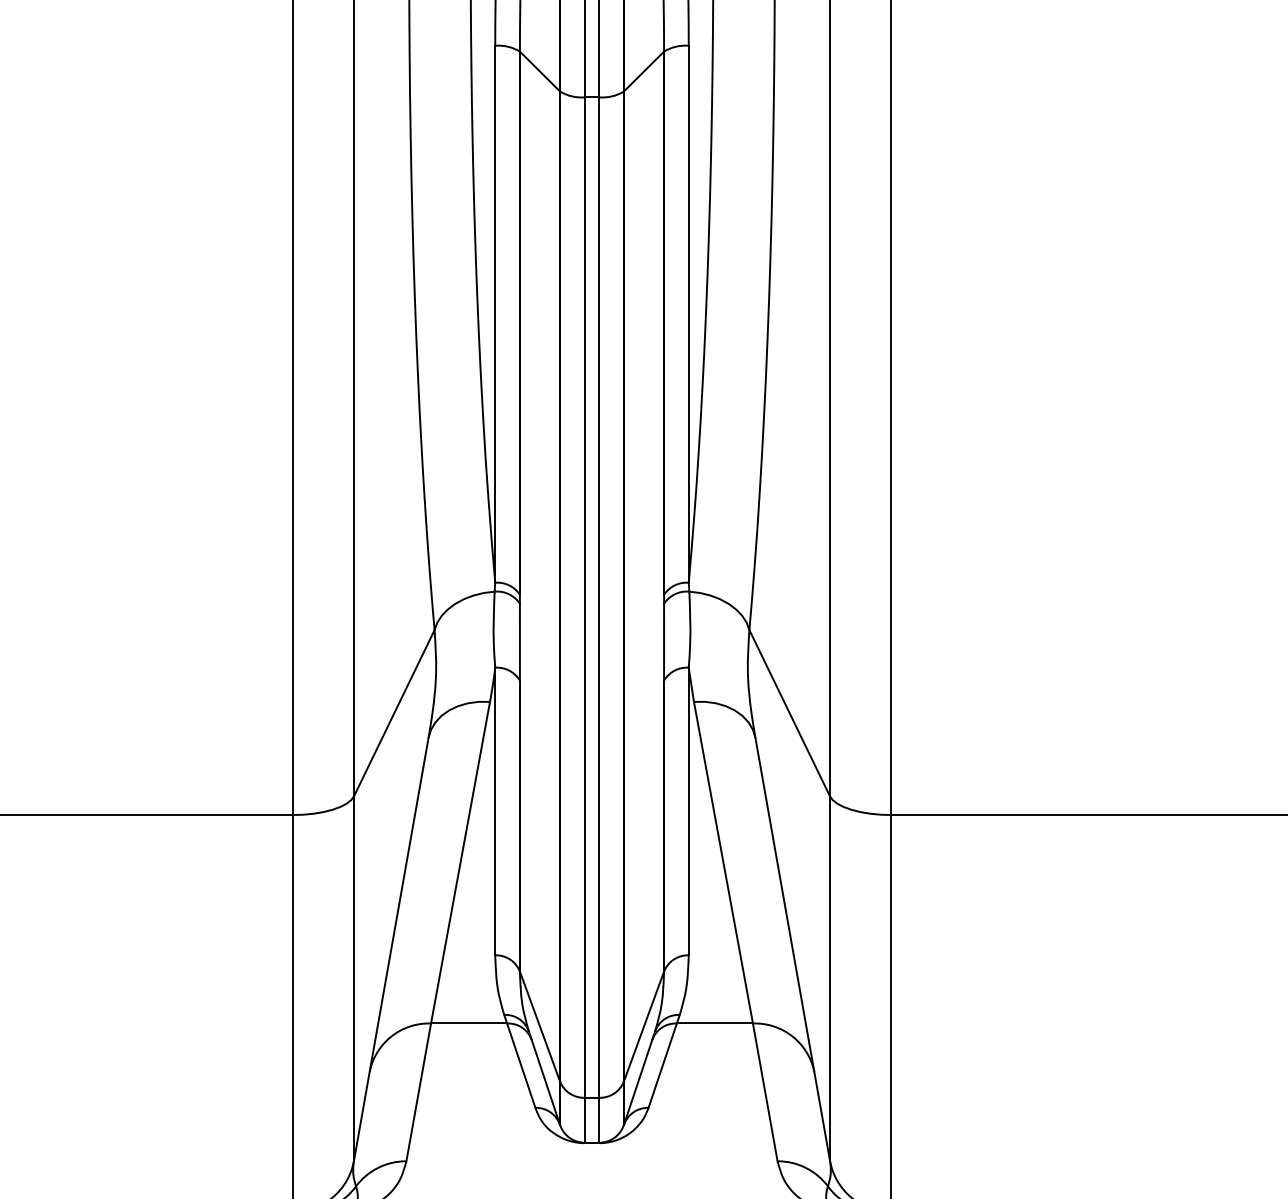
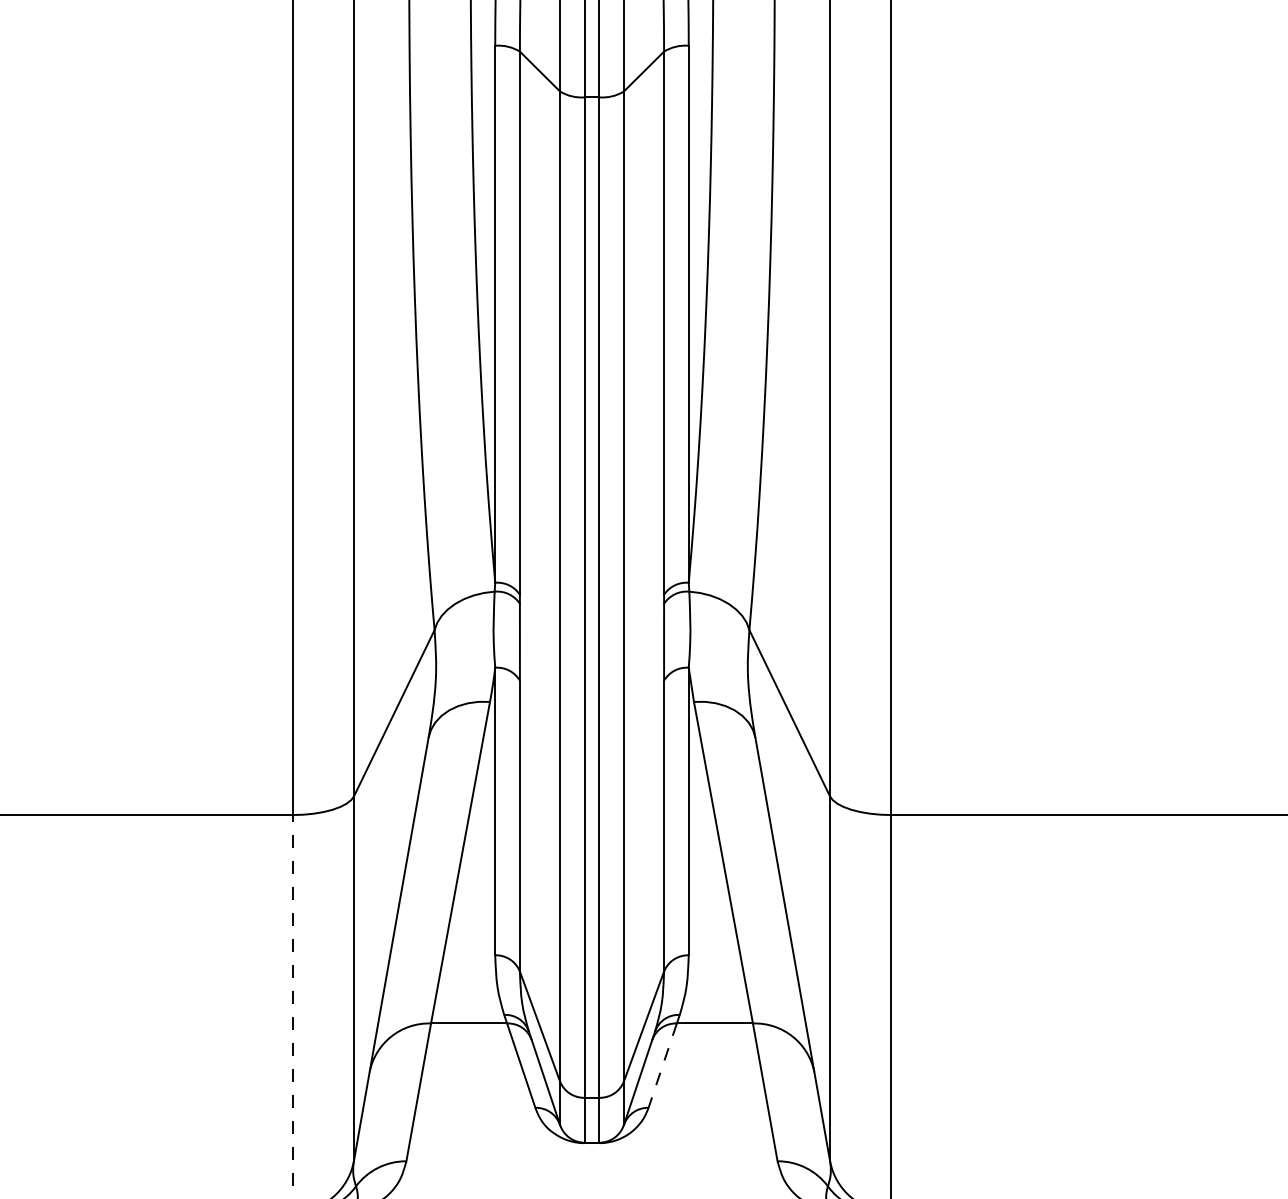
line at (292, 1006): solid -> dashed
line at (662, 1066): solid -> dashed
